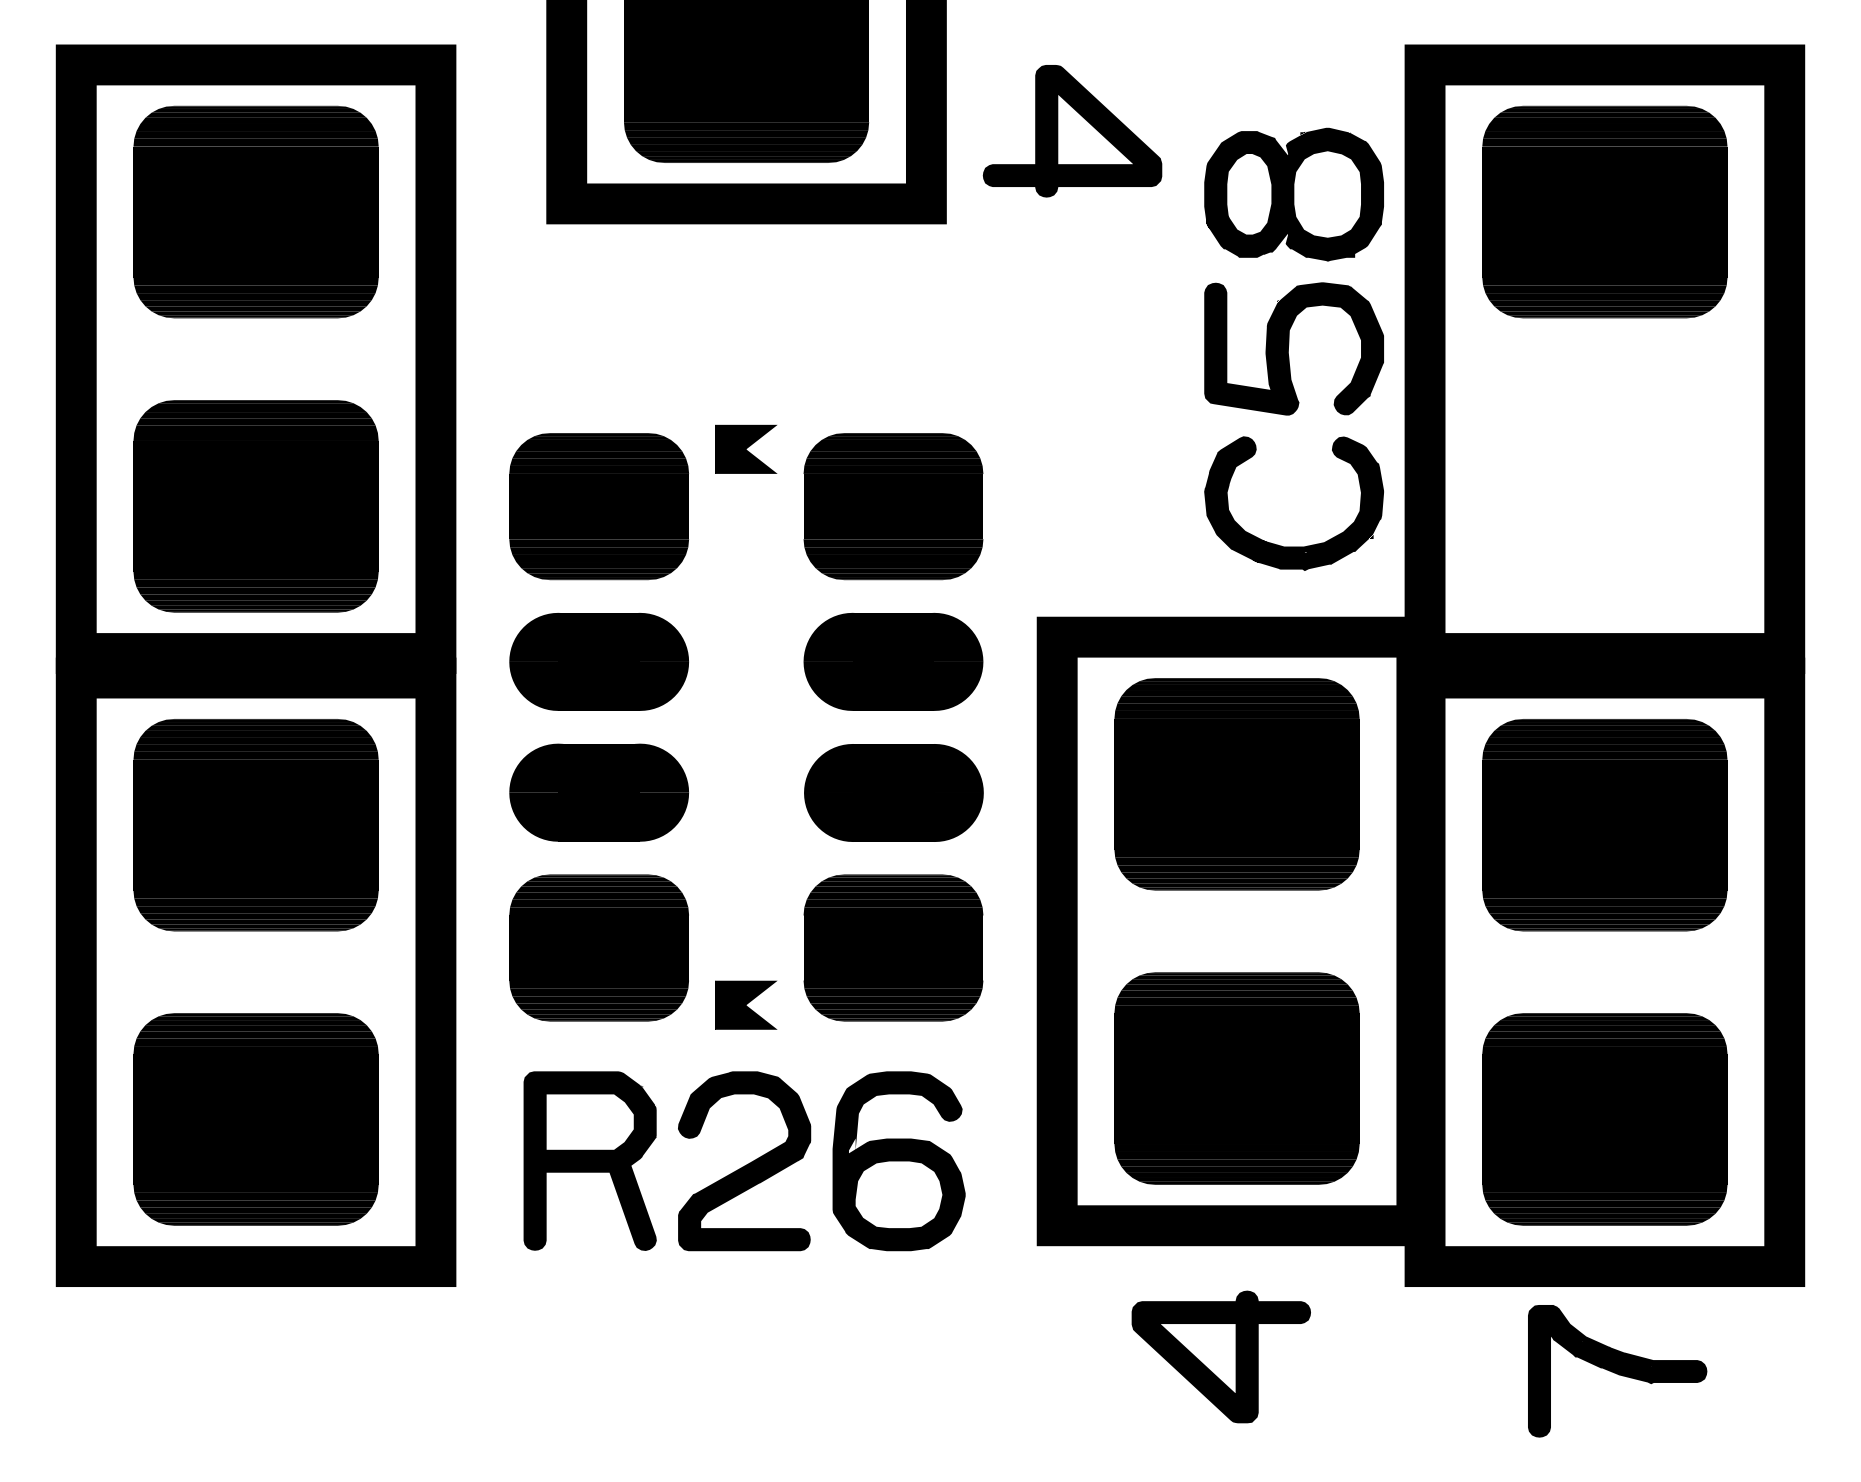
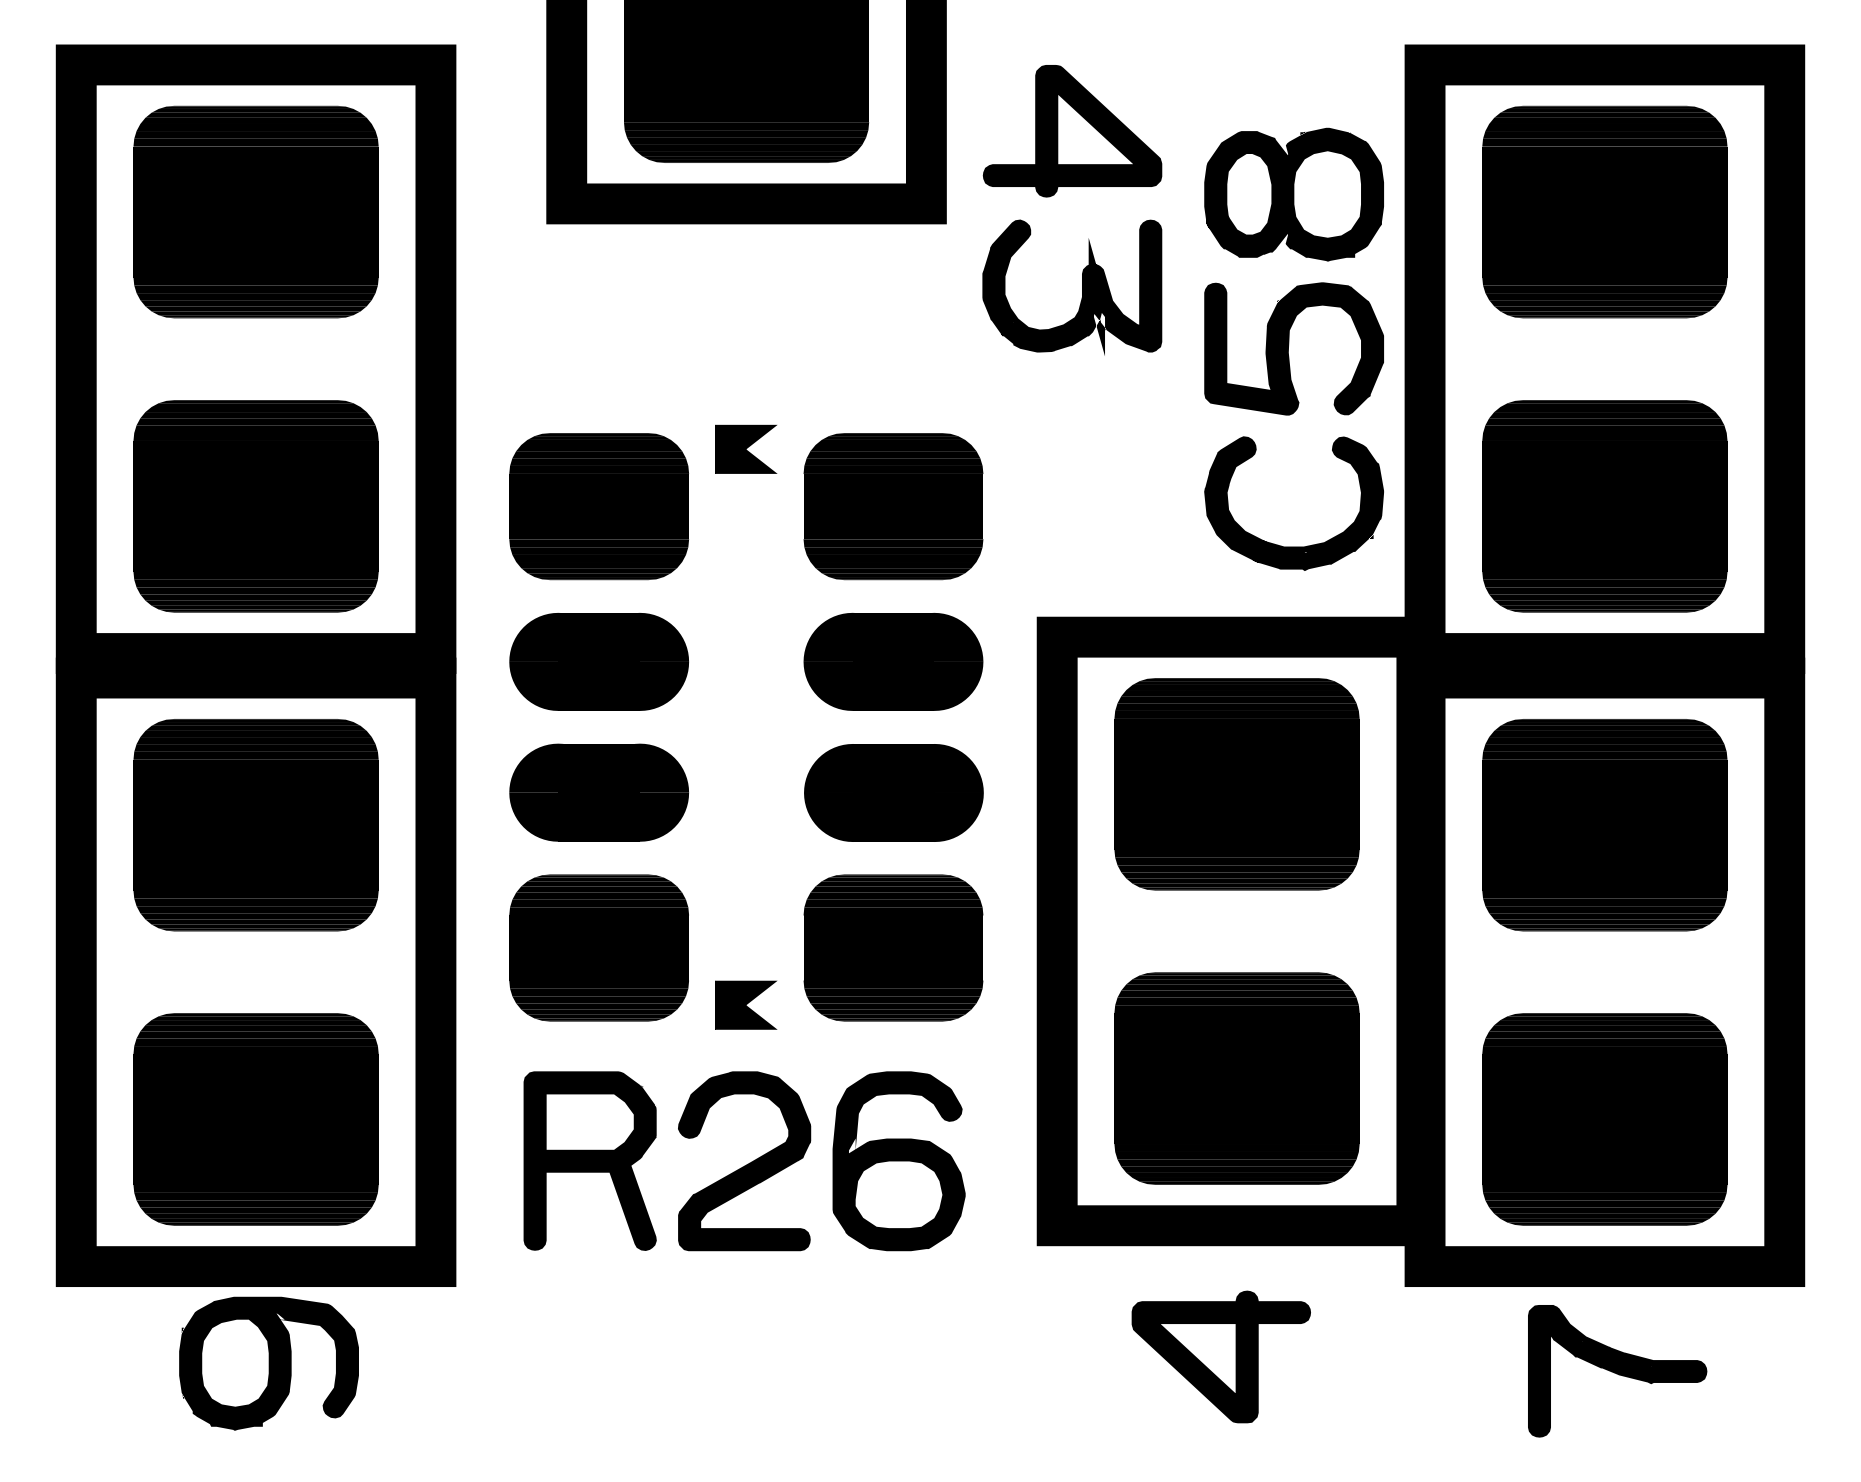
part at (1082, 287): none -> present
part at (1604, 506): none -> present
part at (268, 1363): none -> present
